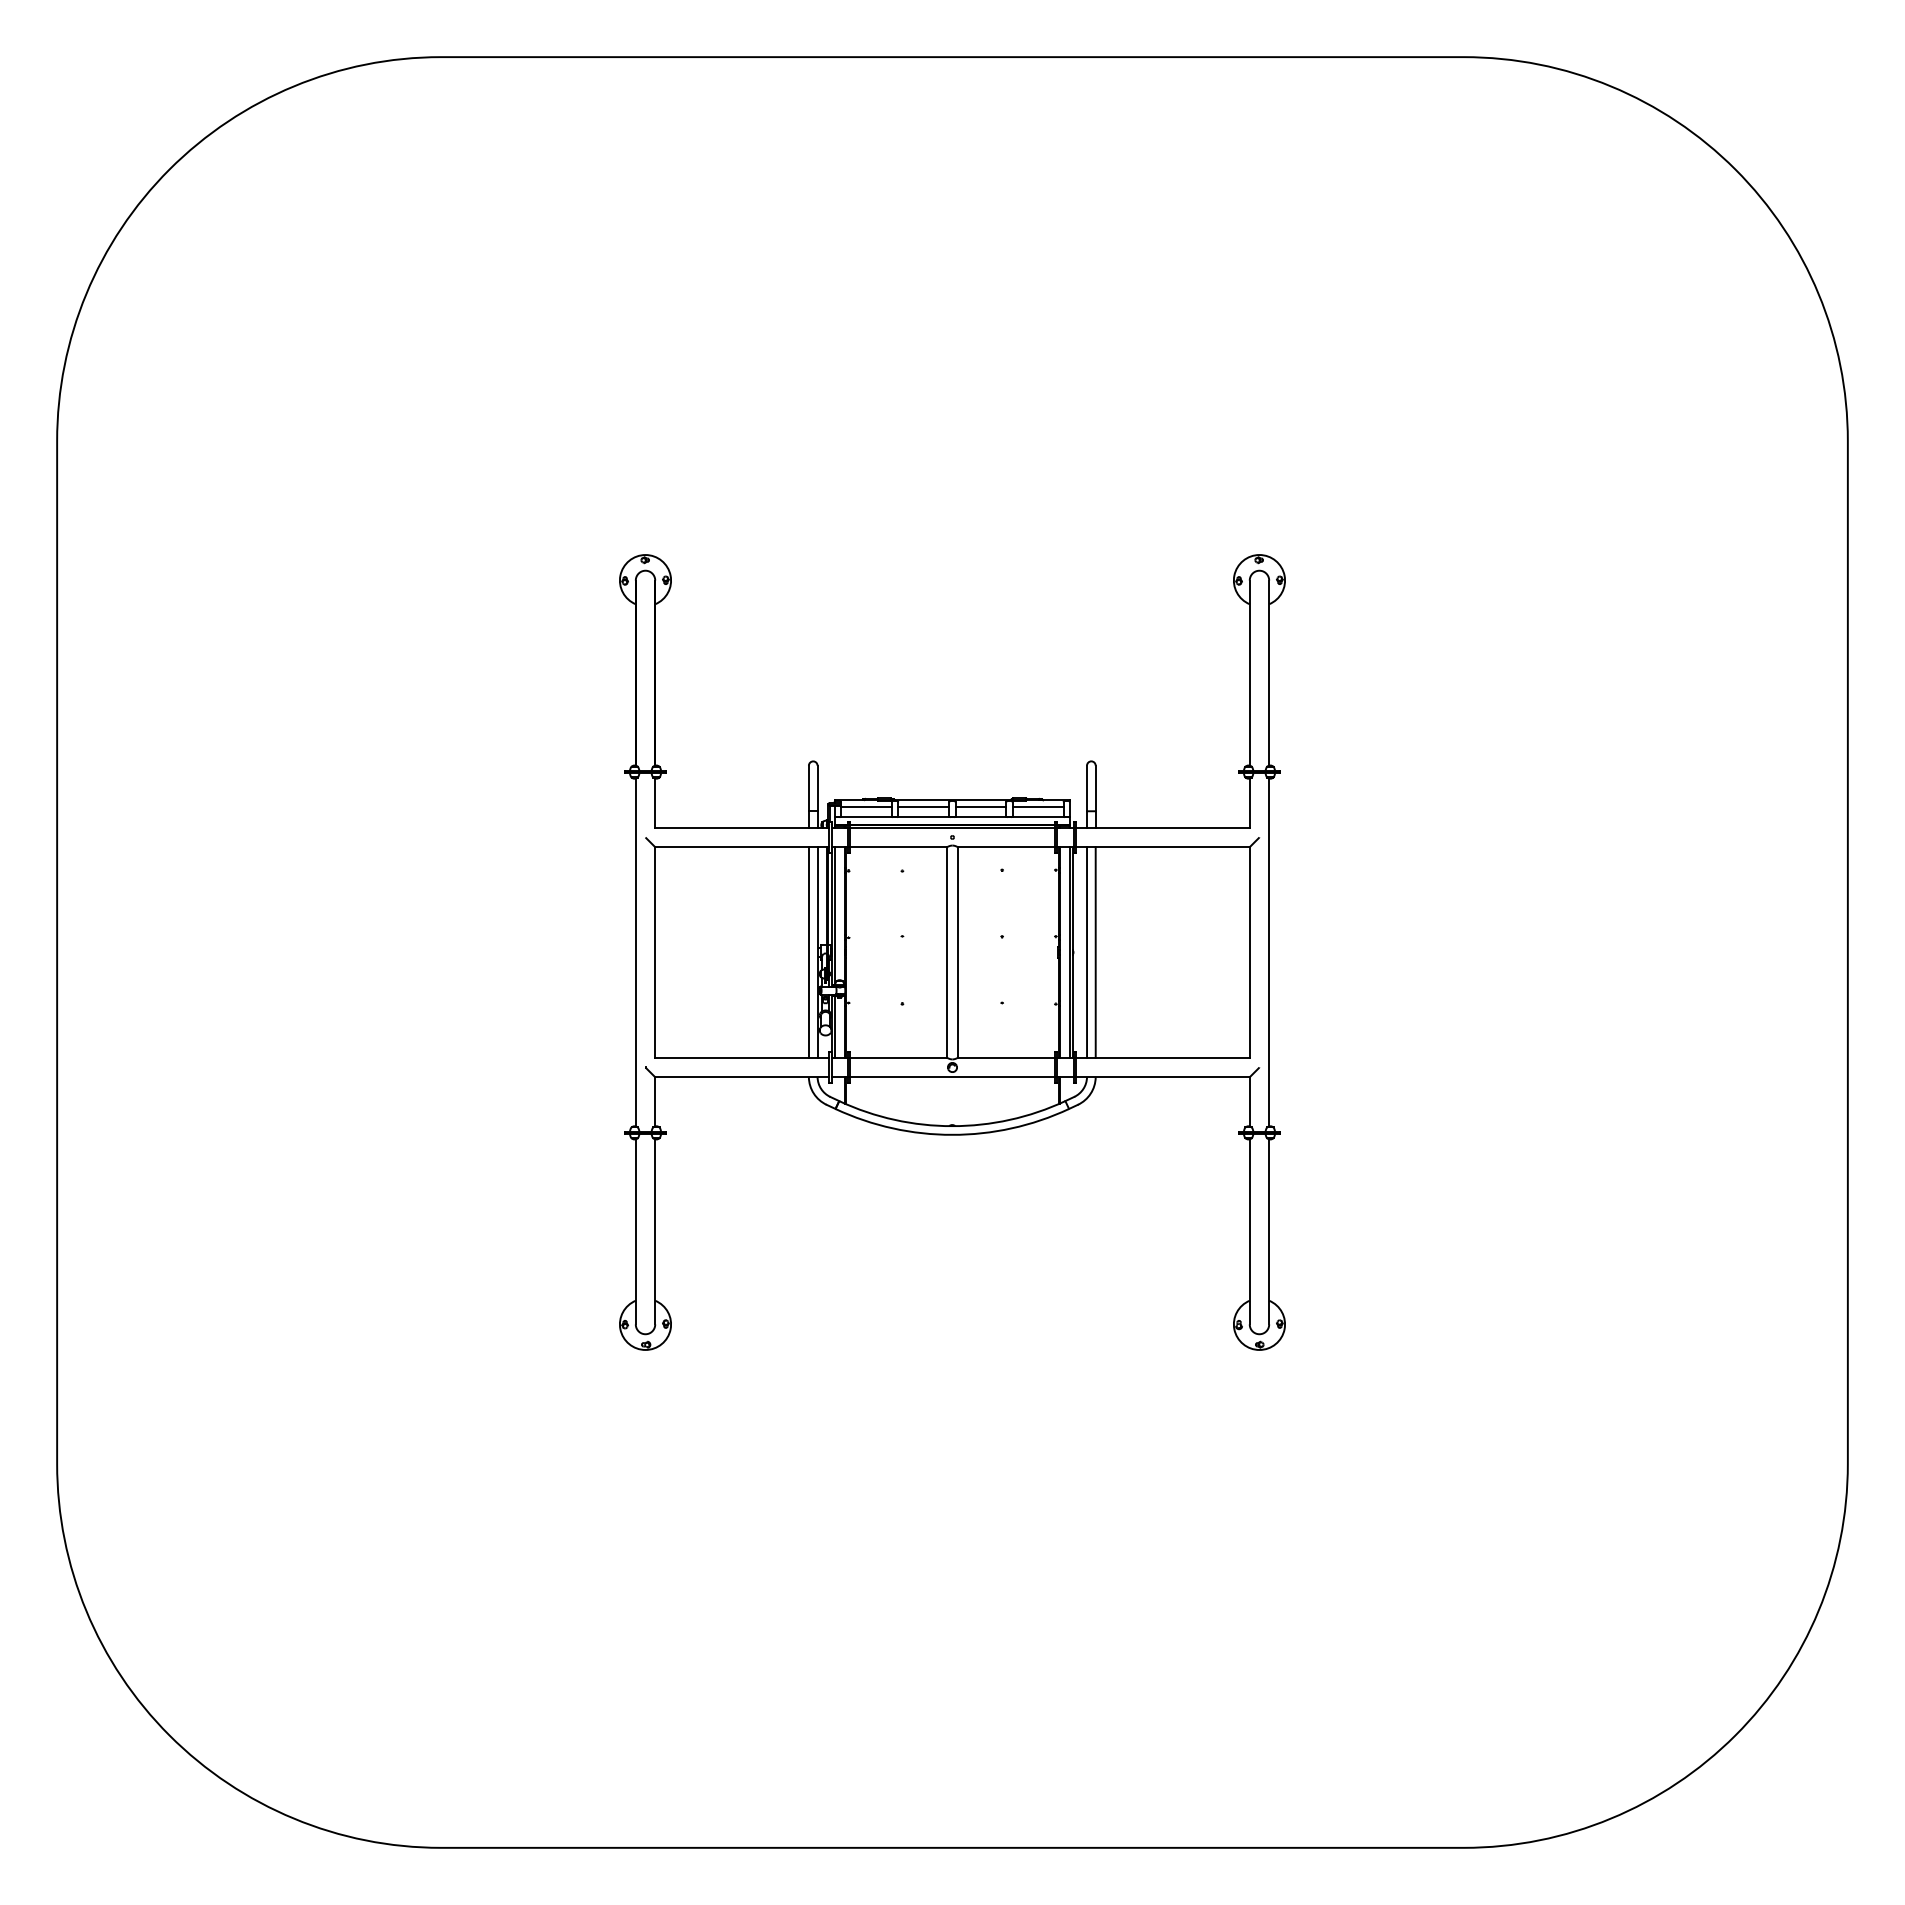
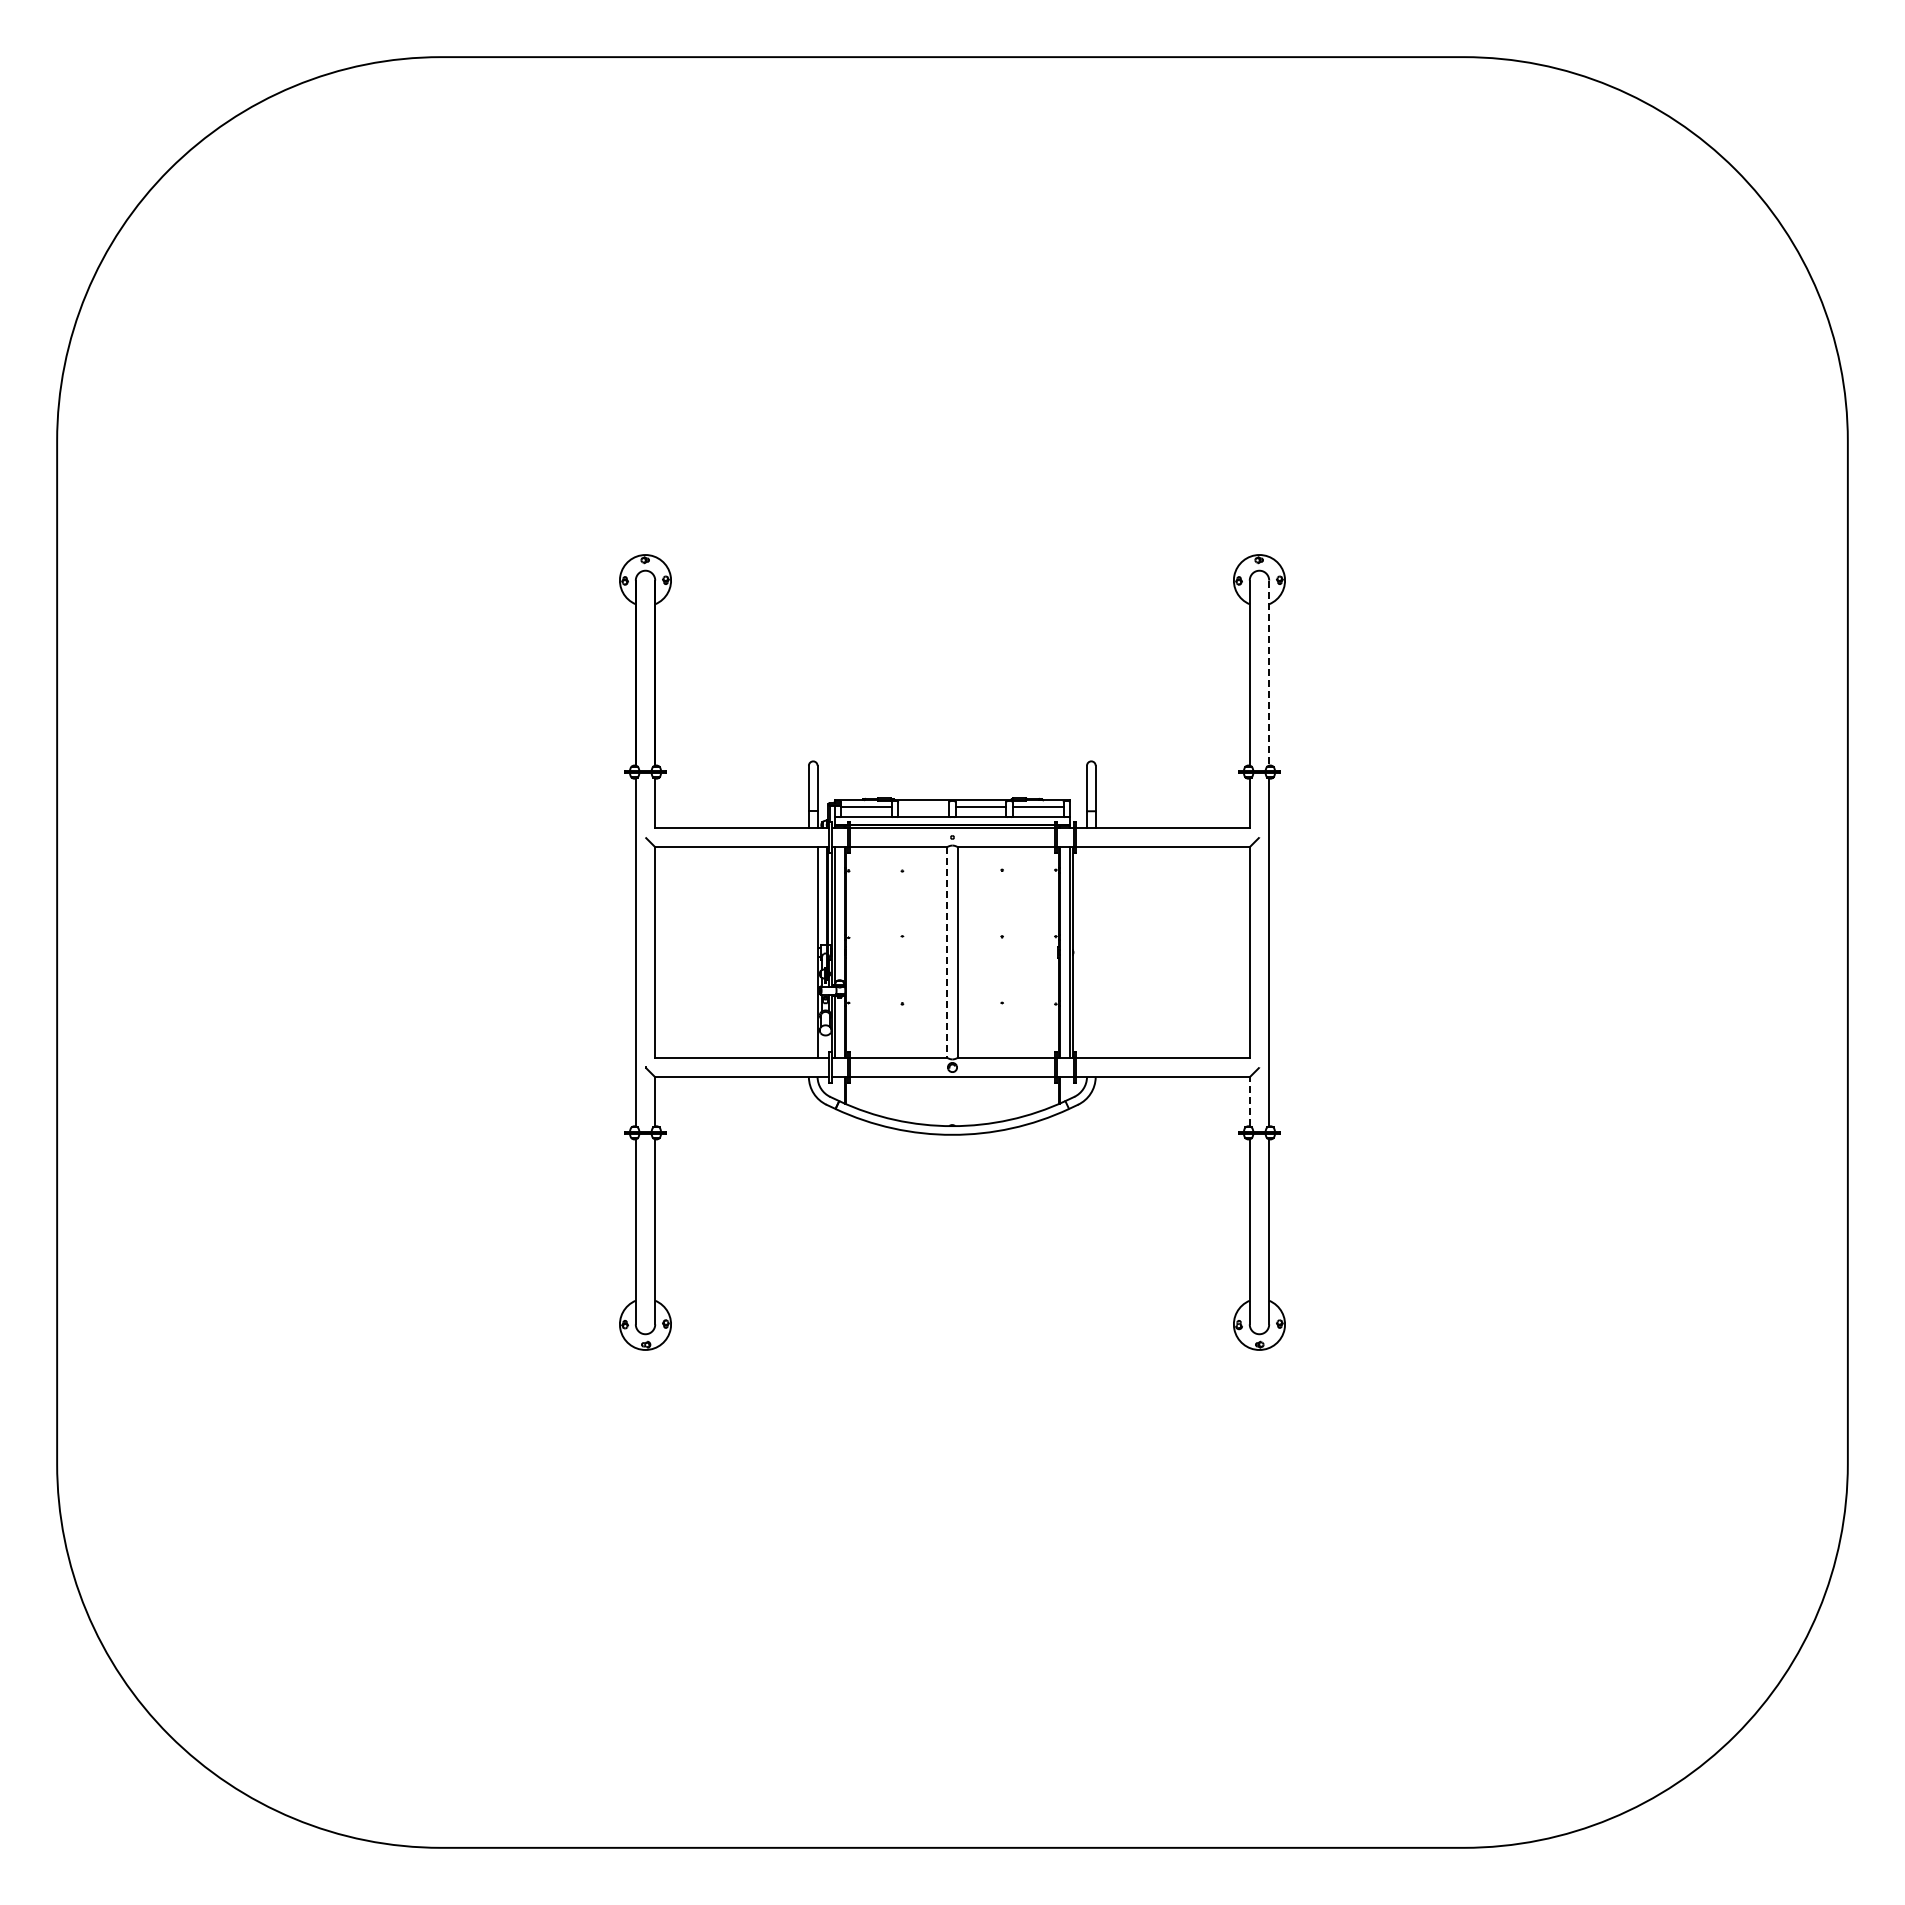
line at (1269, 673): solid -> dashed
line at (923, 807): present -> none
line at (808, 952): present -> none
line at (947, 952): solid -> dashed
line at (1087, 952): present -> none
line at (1095, 952): present -> none
line at (1249, 1101): solid -> dashed
